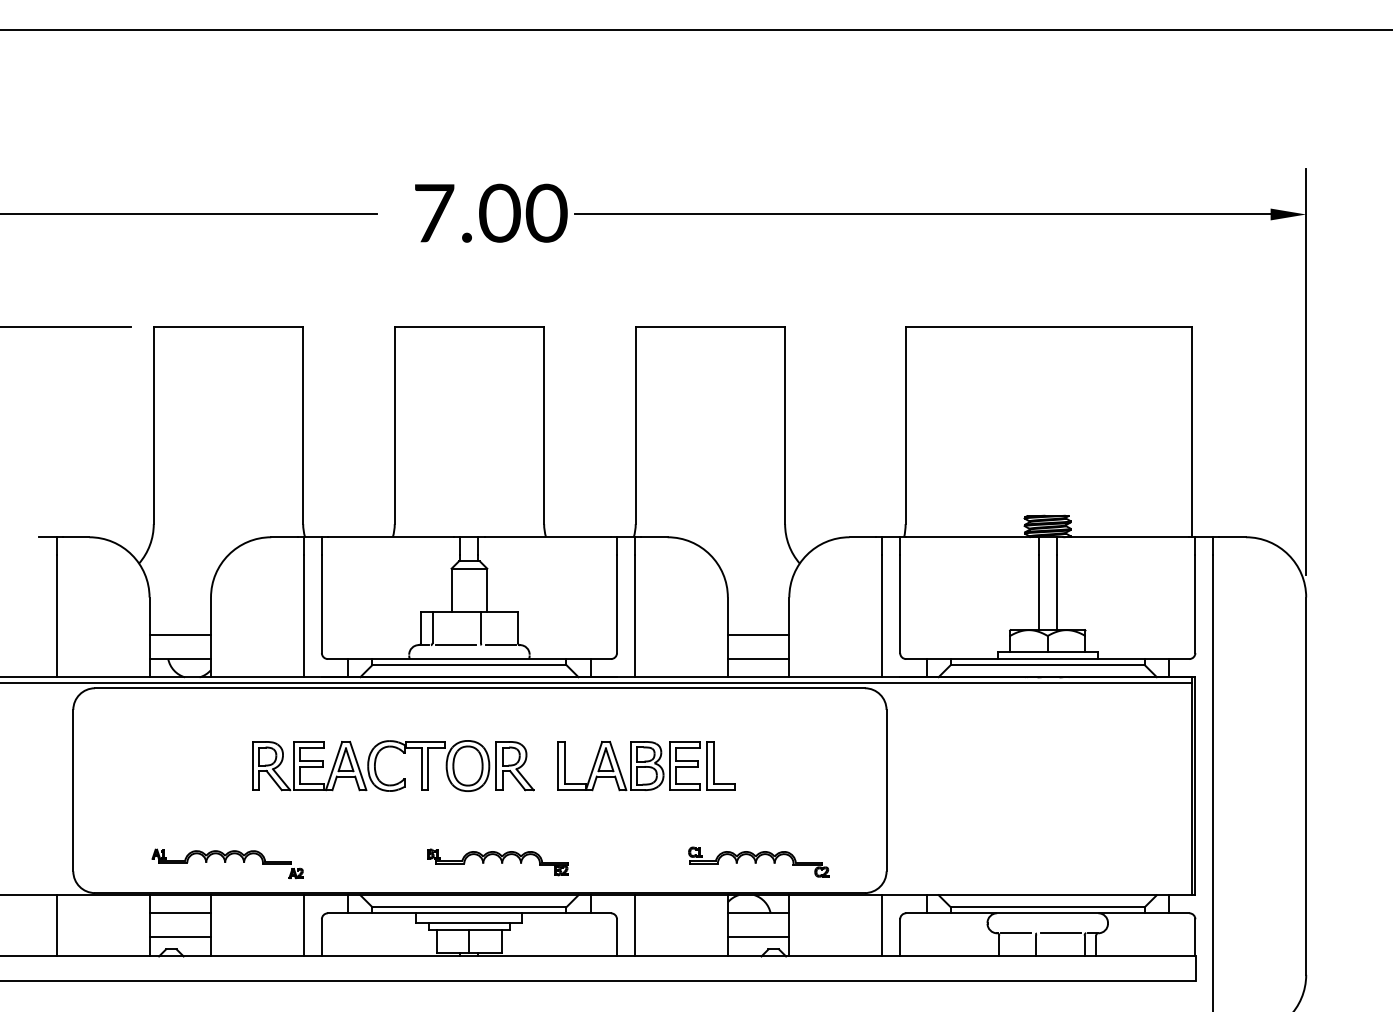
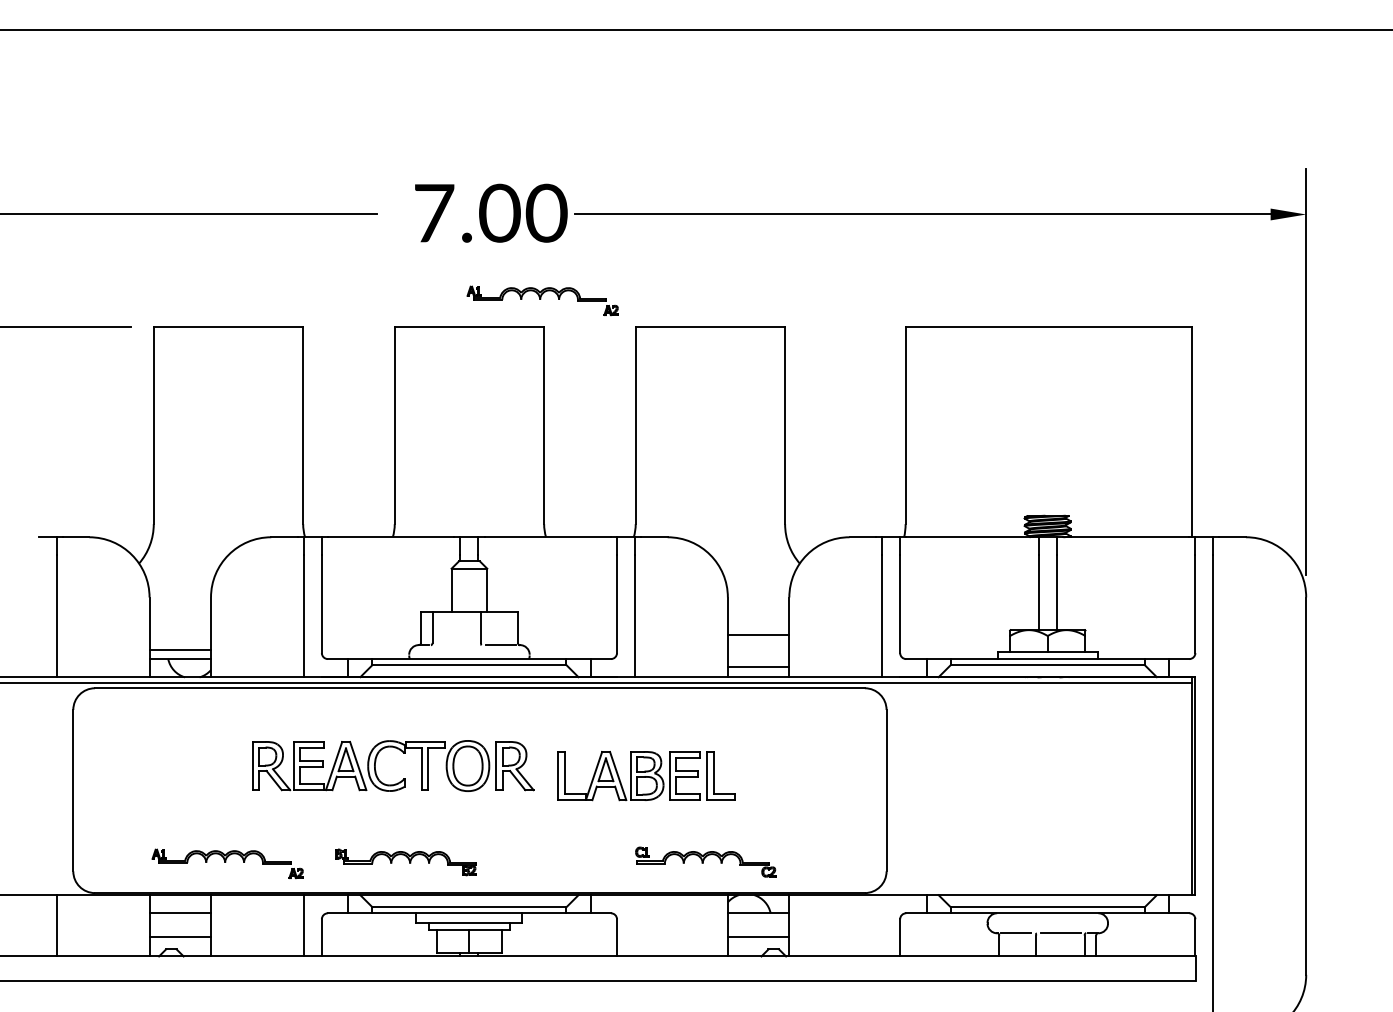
part at (542, 300): none -> present
line at (180, 634) position: (180, 634) -> (180, 649)
line at (455, 645): present -> none
line at (758, 659) position: (758, 659) -> (758, 667)
part at (646, 766) position: (646, 766) -> (646, 776)
part at (758, 861) position: (758, 861) -> (705, 861)
part at (497, 862) position: (497, 862) -> (405, 862)
line at (635, 925): present -> none
line at (882, 925): present -> none
